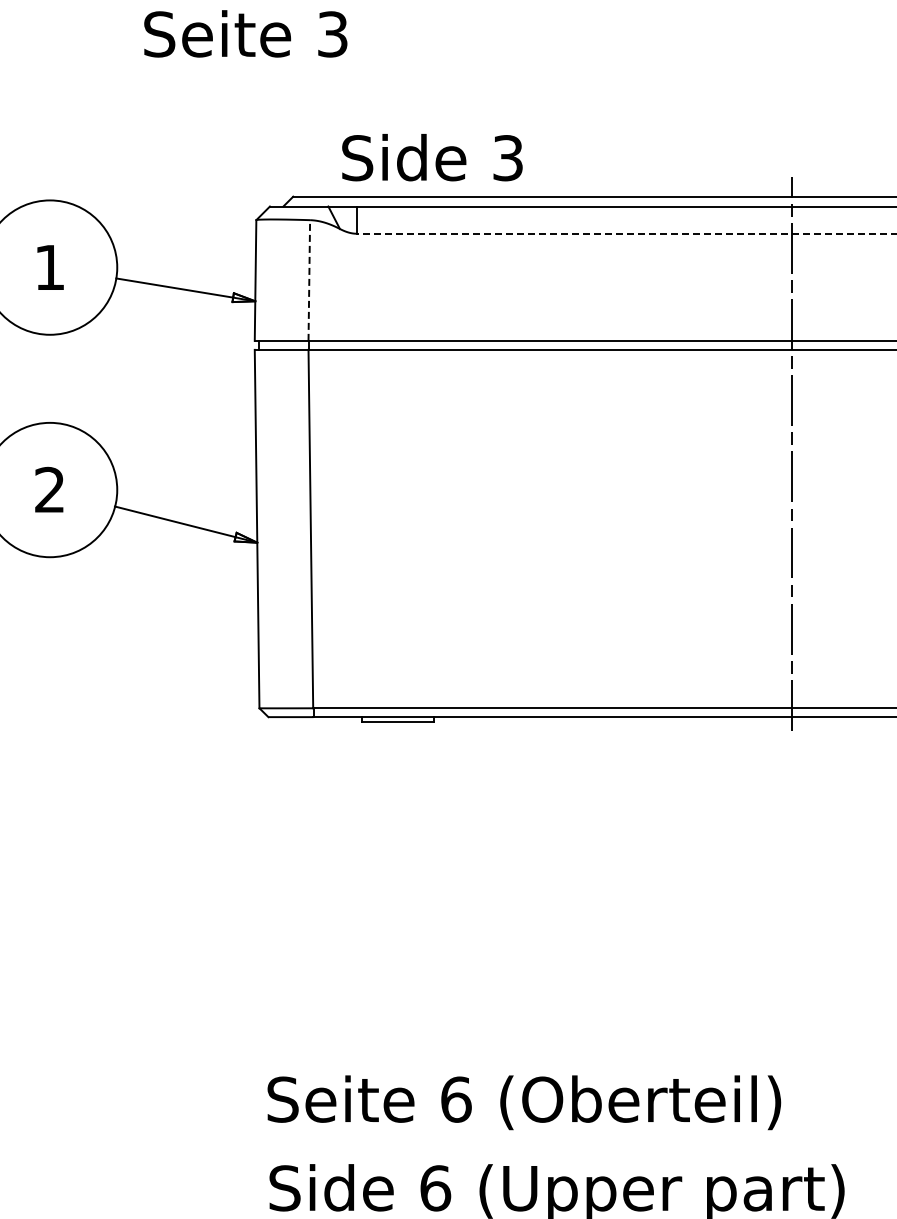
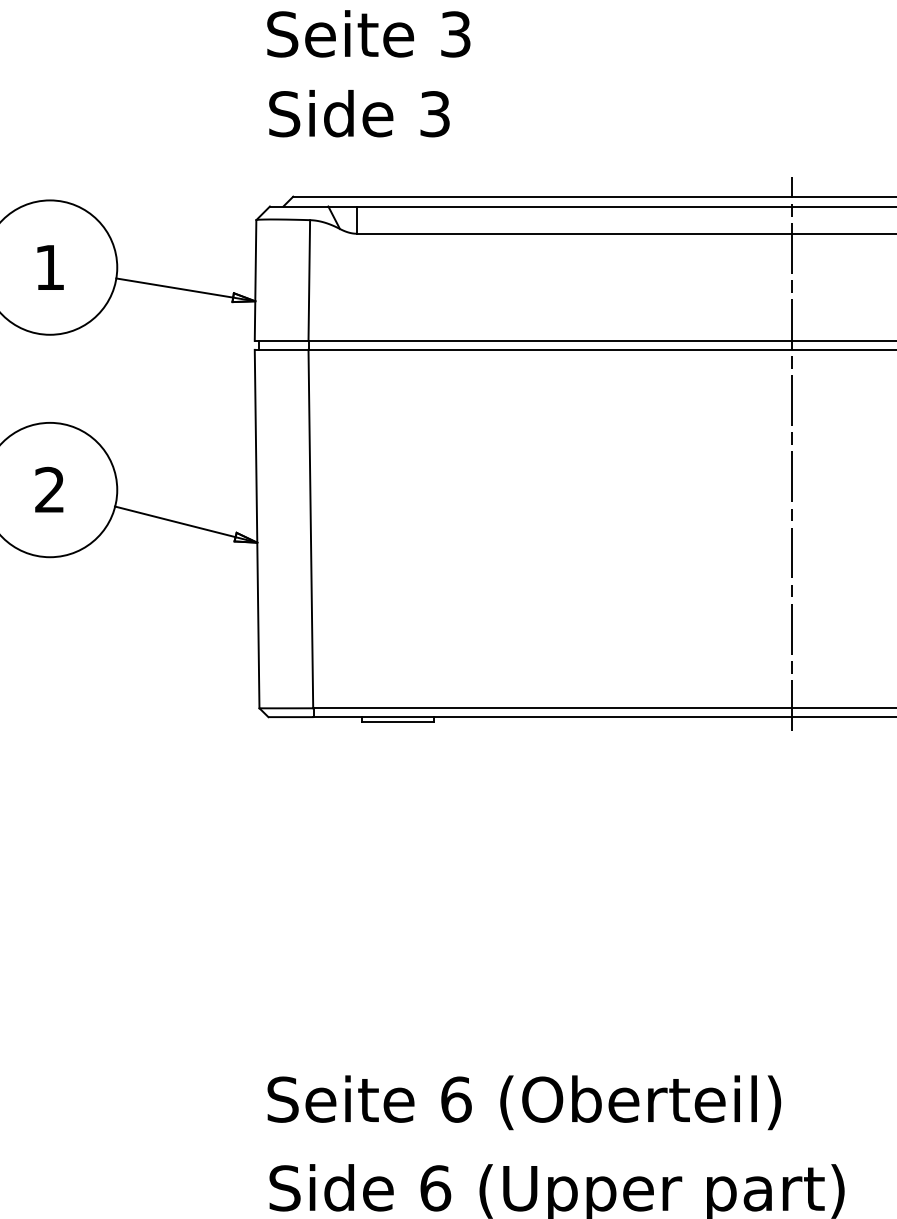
text at (245, 33) position: (245, 33) -> (368, 33)
text at (432, 157) position: (432, 157) -> (359, 113)
line at (626, 233): dashed -> solid
line at (309, 280): dashed -> solid
